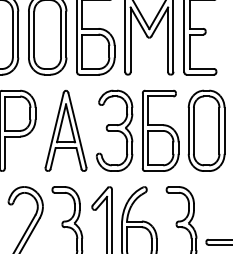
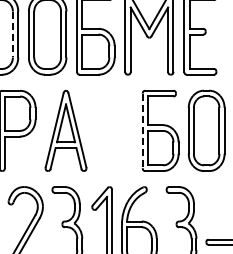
line at (12, 34): solid -> dashed
part at (114, 130): present -> none
line at (142, 131): solid -> dashed
